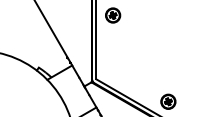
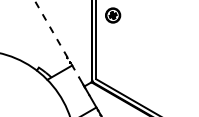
line at (57, 39): solid -> dashed
part at (168, 101): present -> none
